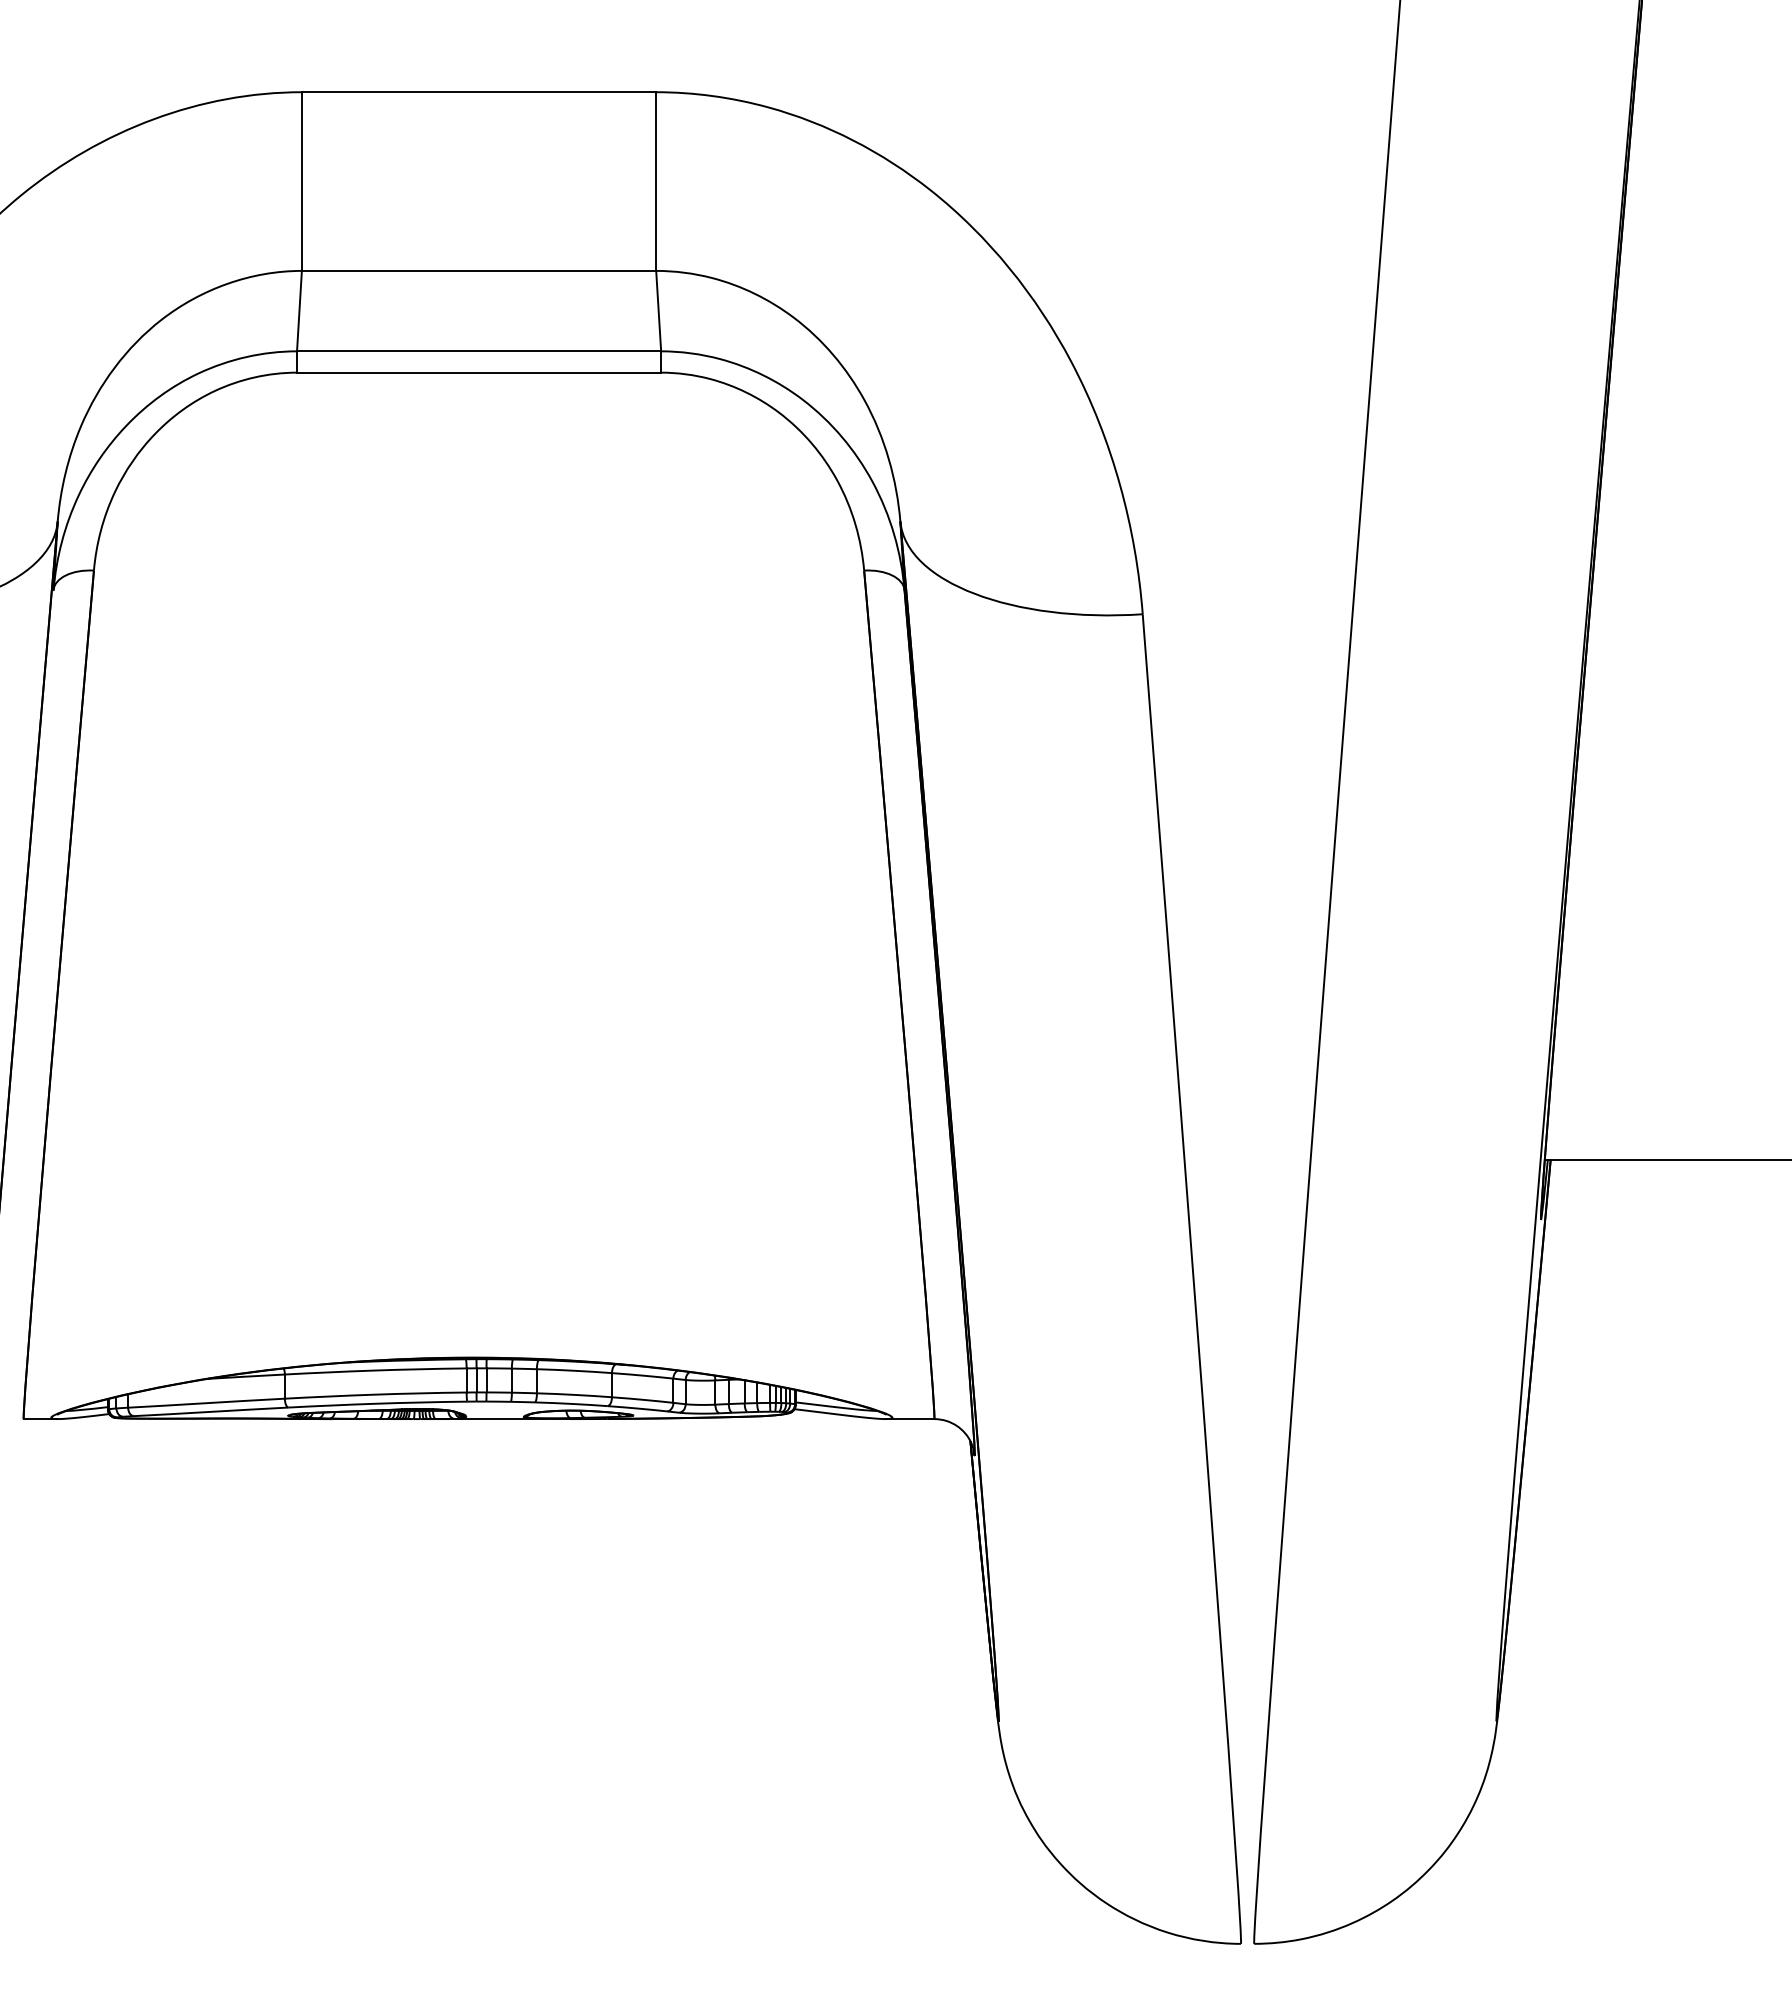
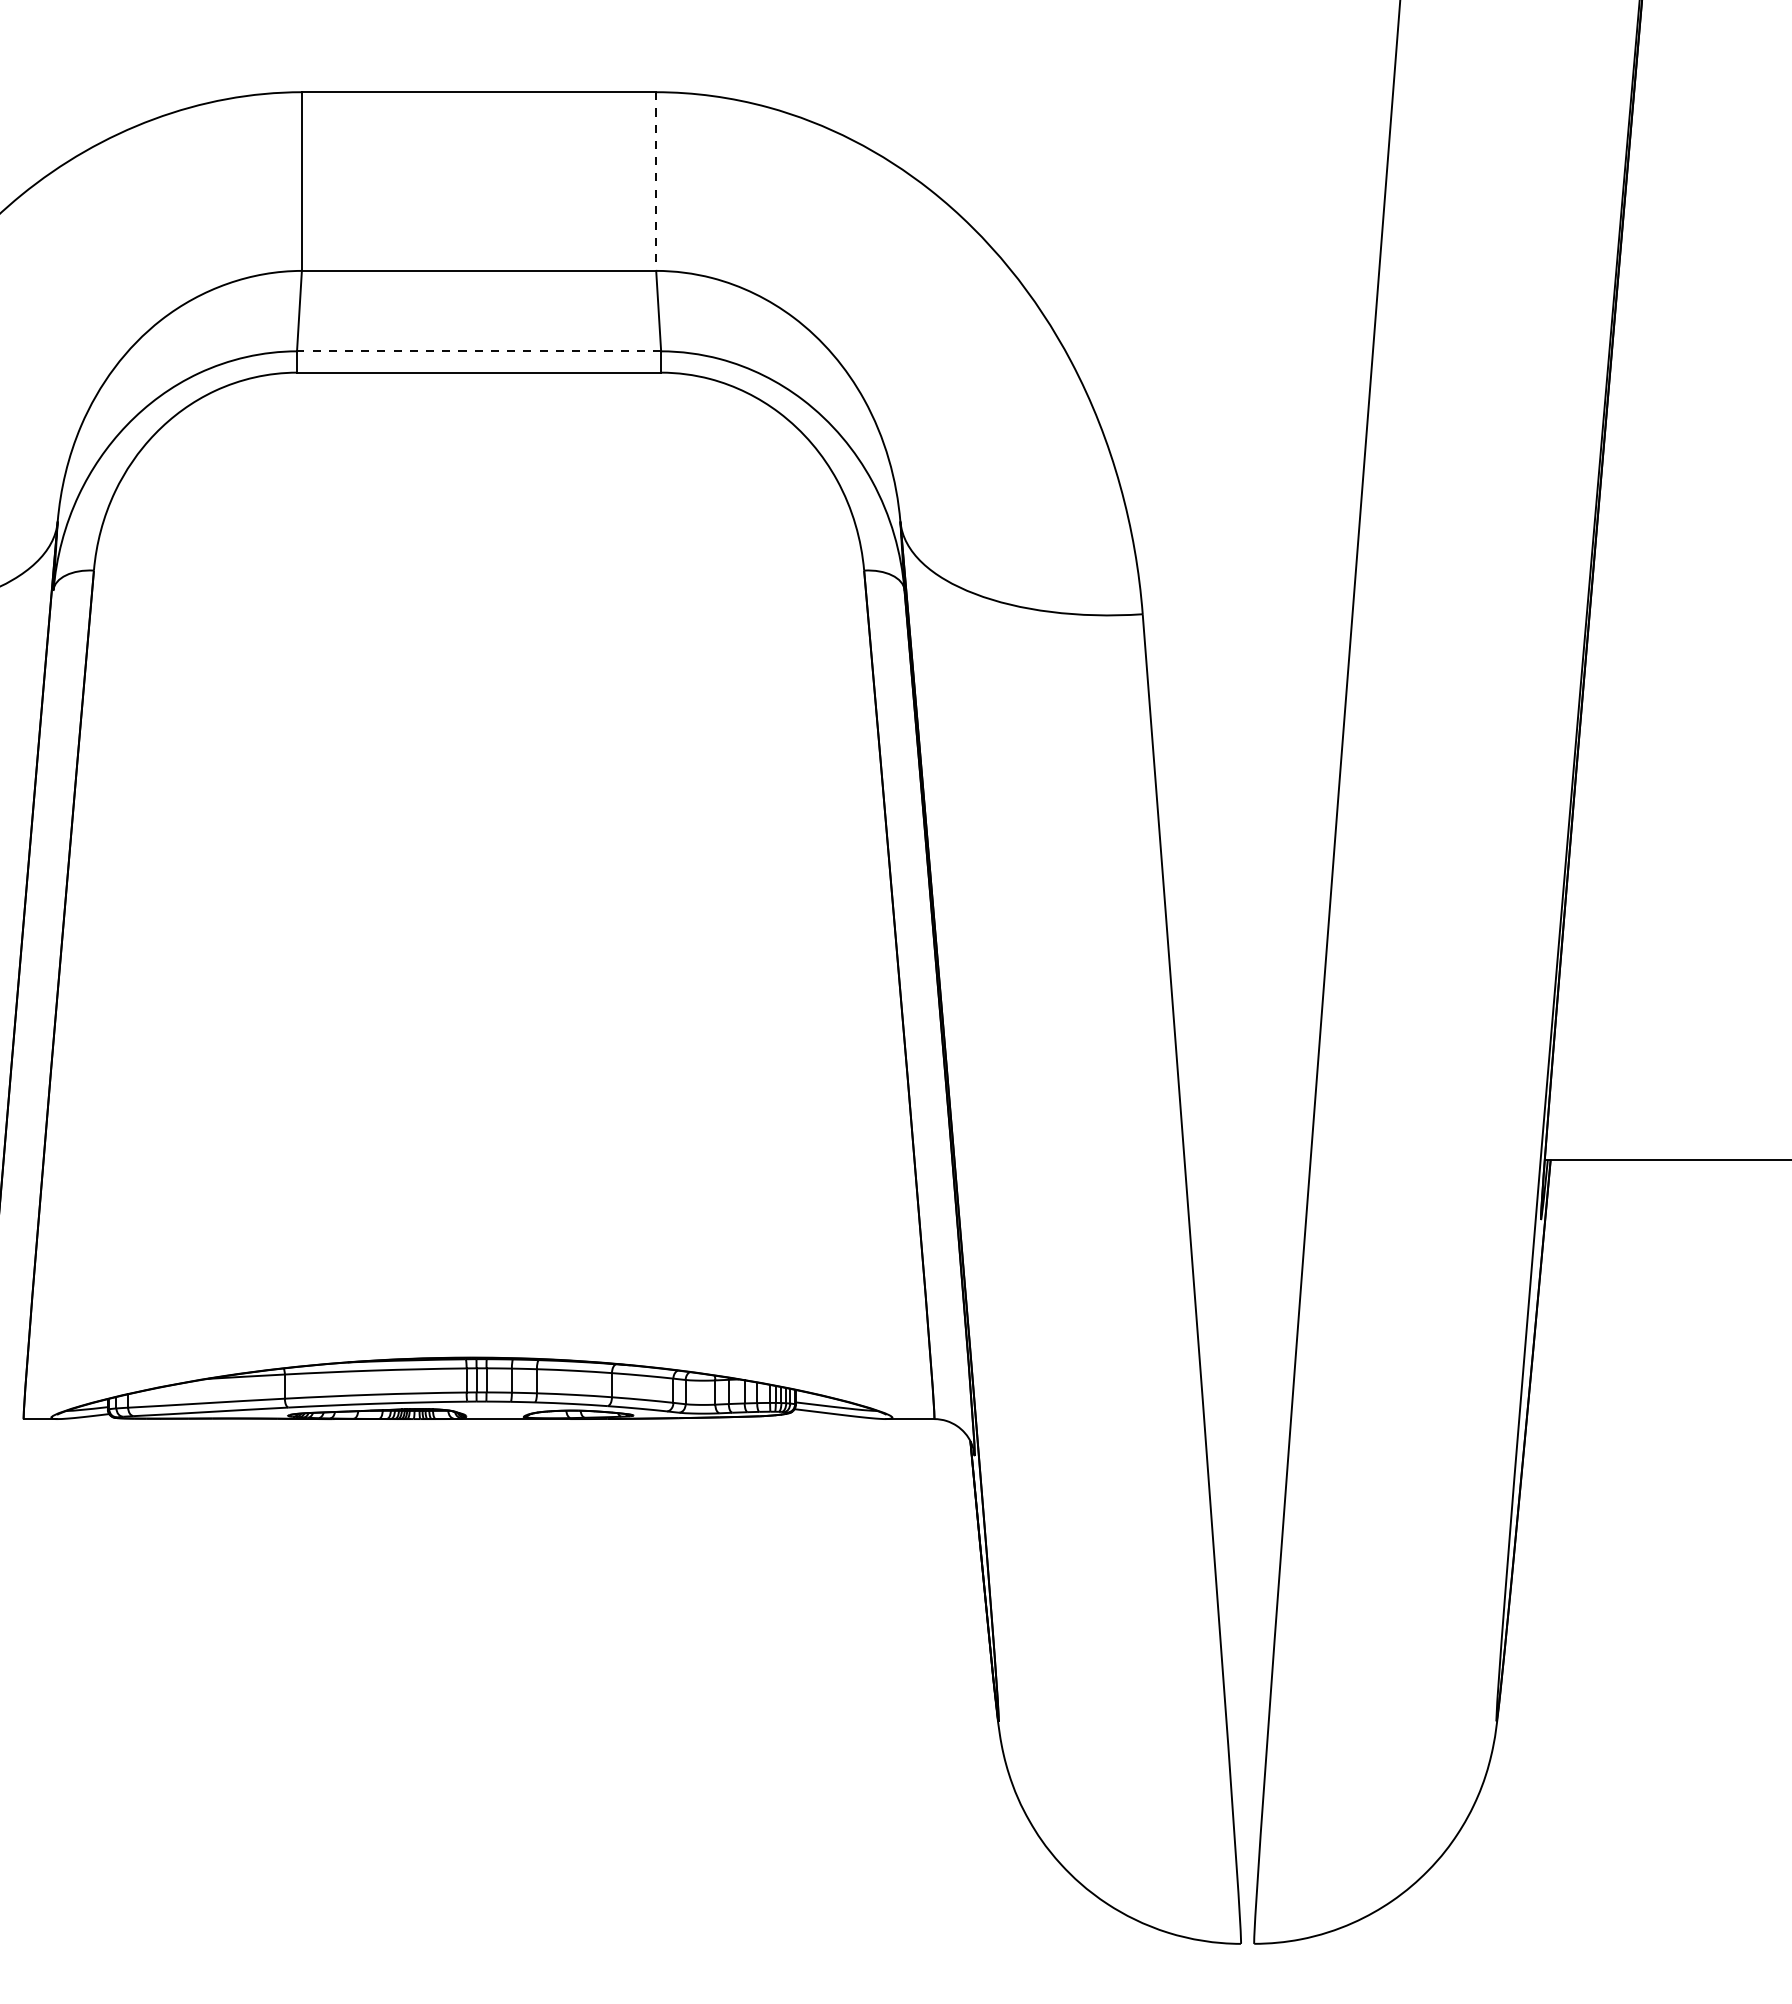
line at (656, 182): solid -> dashed
line at (478, 351): solid -> dashed
